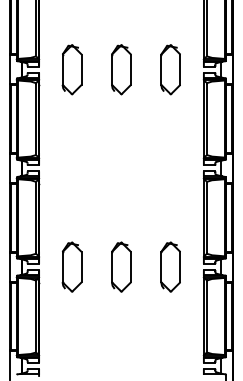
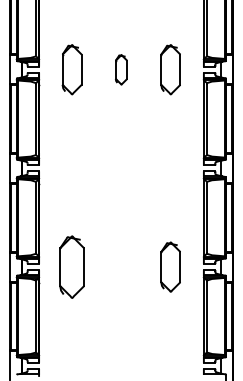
part at (121, 69) size: 21x52 px -> 13x32 px
part at (71, 266) size: 22x52 px -> 26x64 px
part at (121, 266): present -> none
